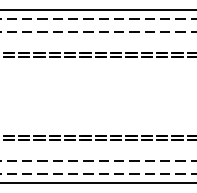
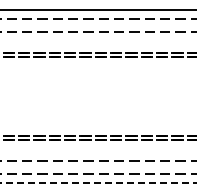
line at (97, 183): solid -> dashed
